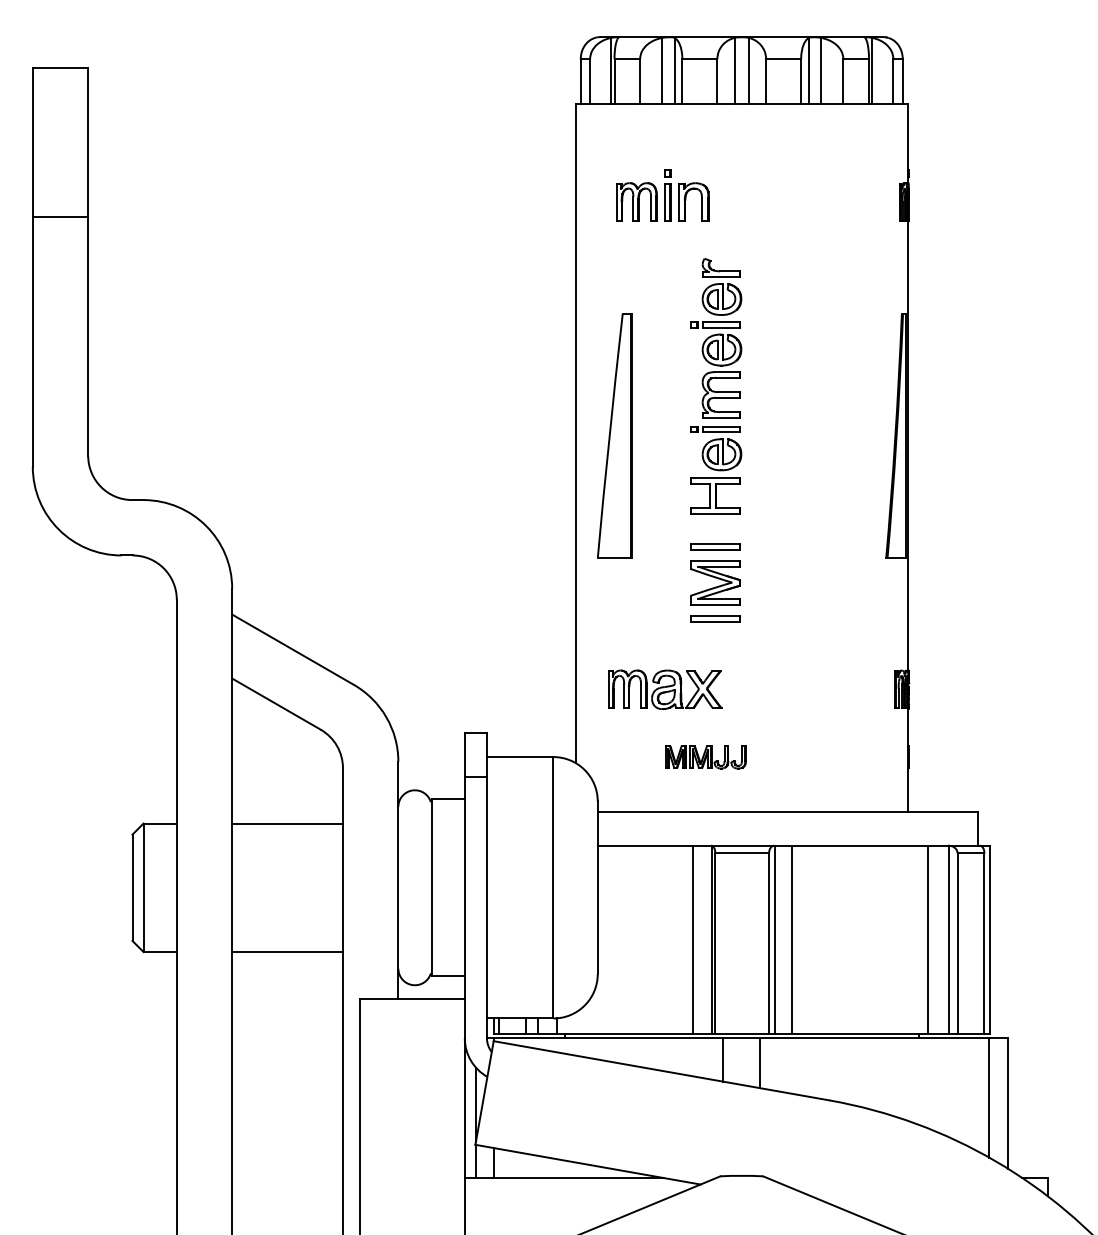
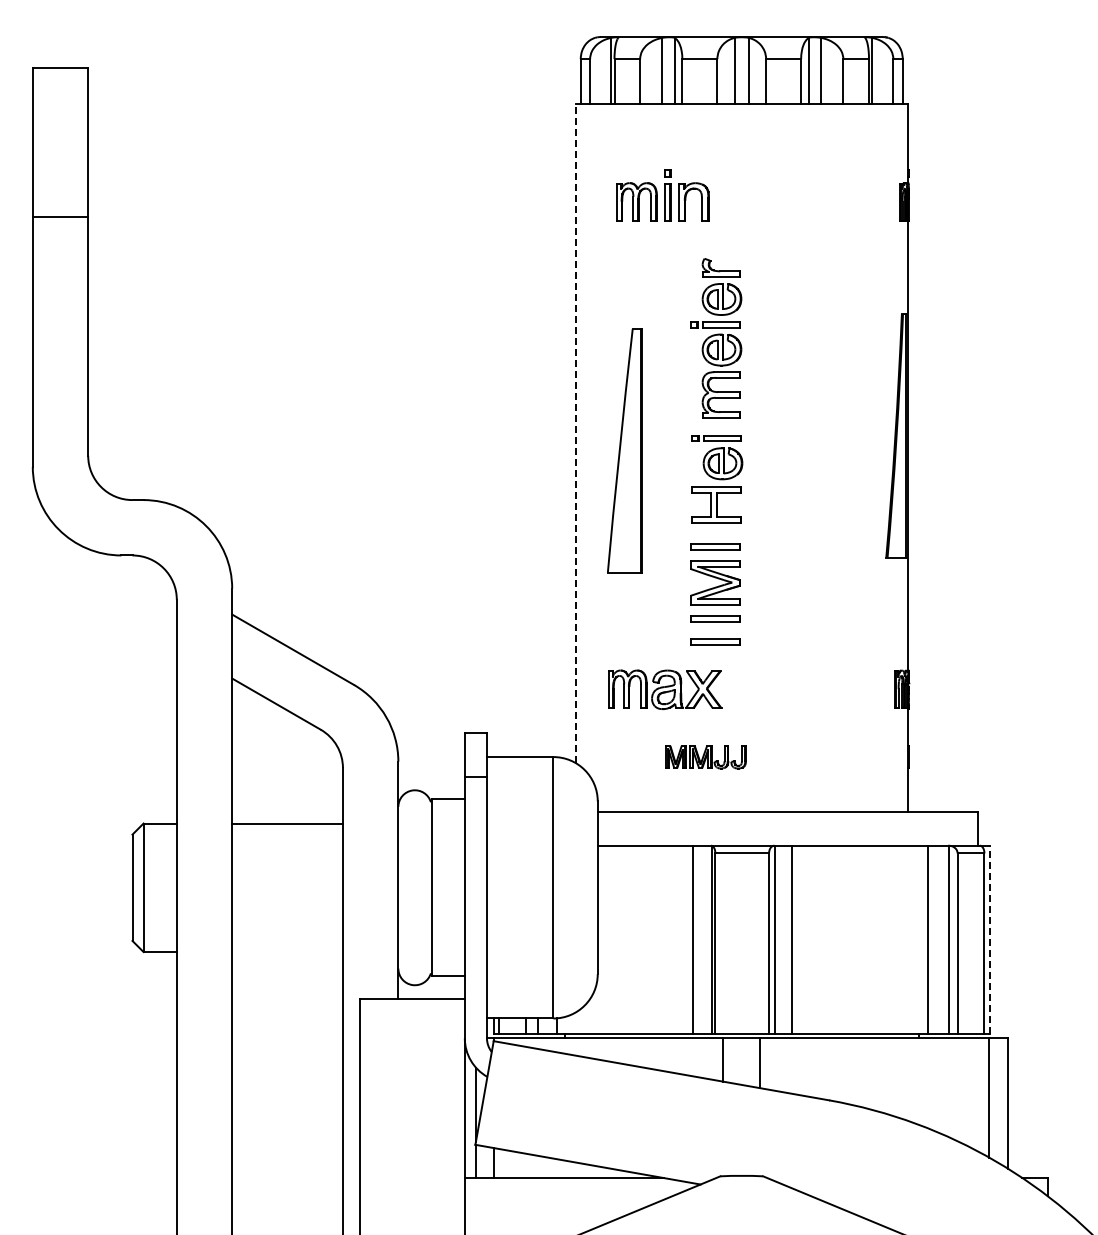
line at (575, 433): solid -> dashed
part at (614, 435) position: (614, 435) -> (624, 450)
part at (716, 470) position: (716, 470) -> (717, 479)
part at (715, 641): none -> present
line at (989, 939): solid -> dashed
line at (287, 952): present -> none
